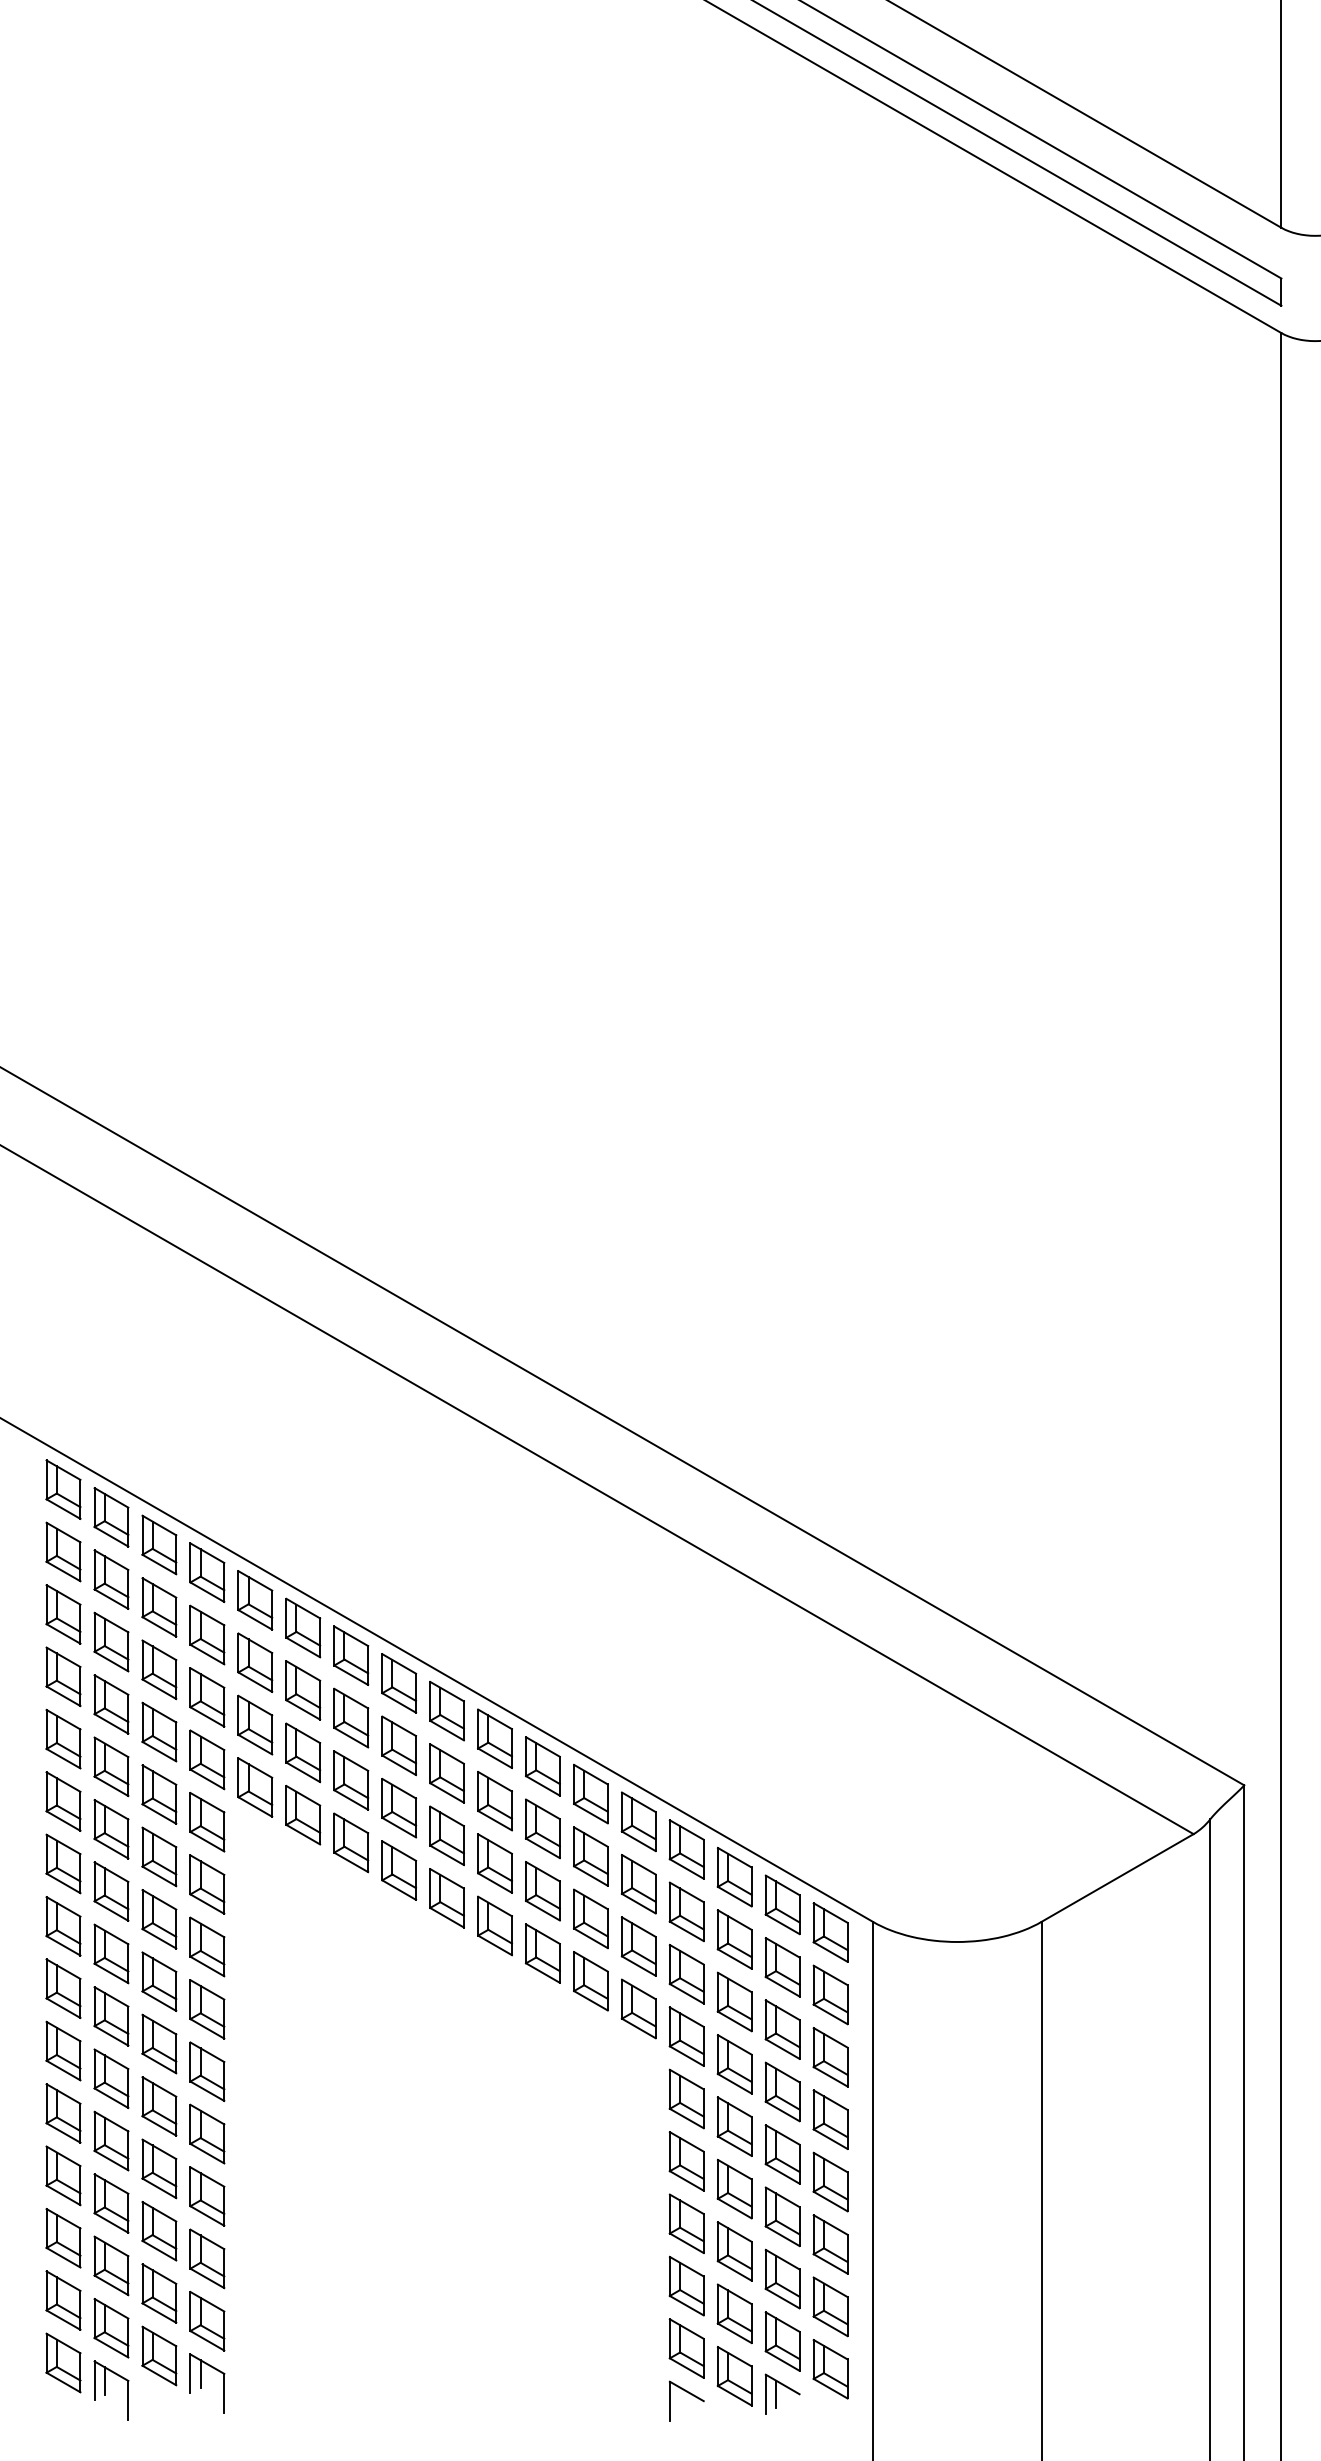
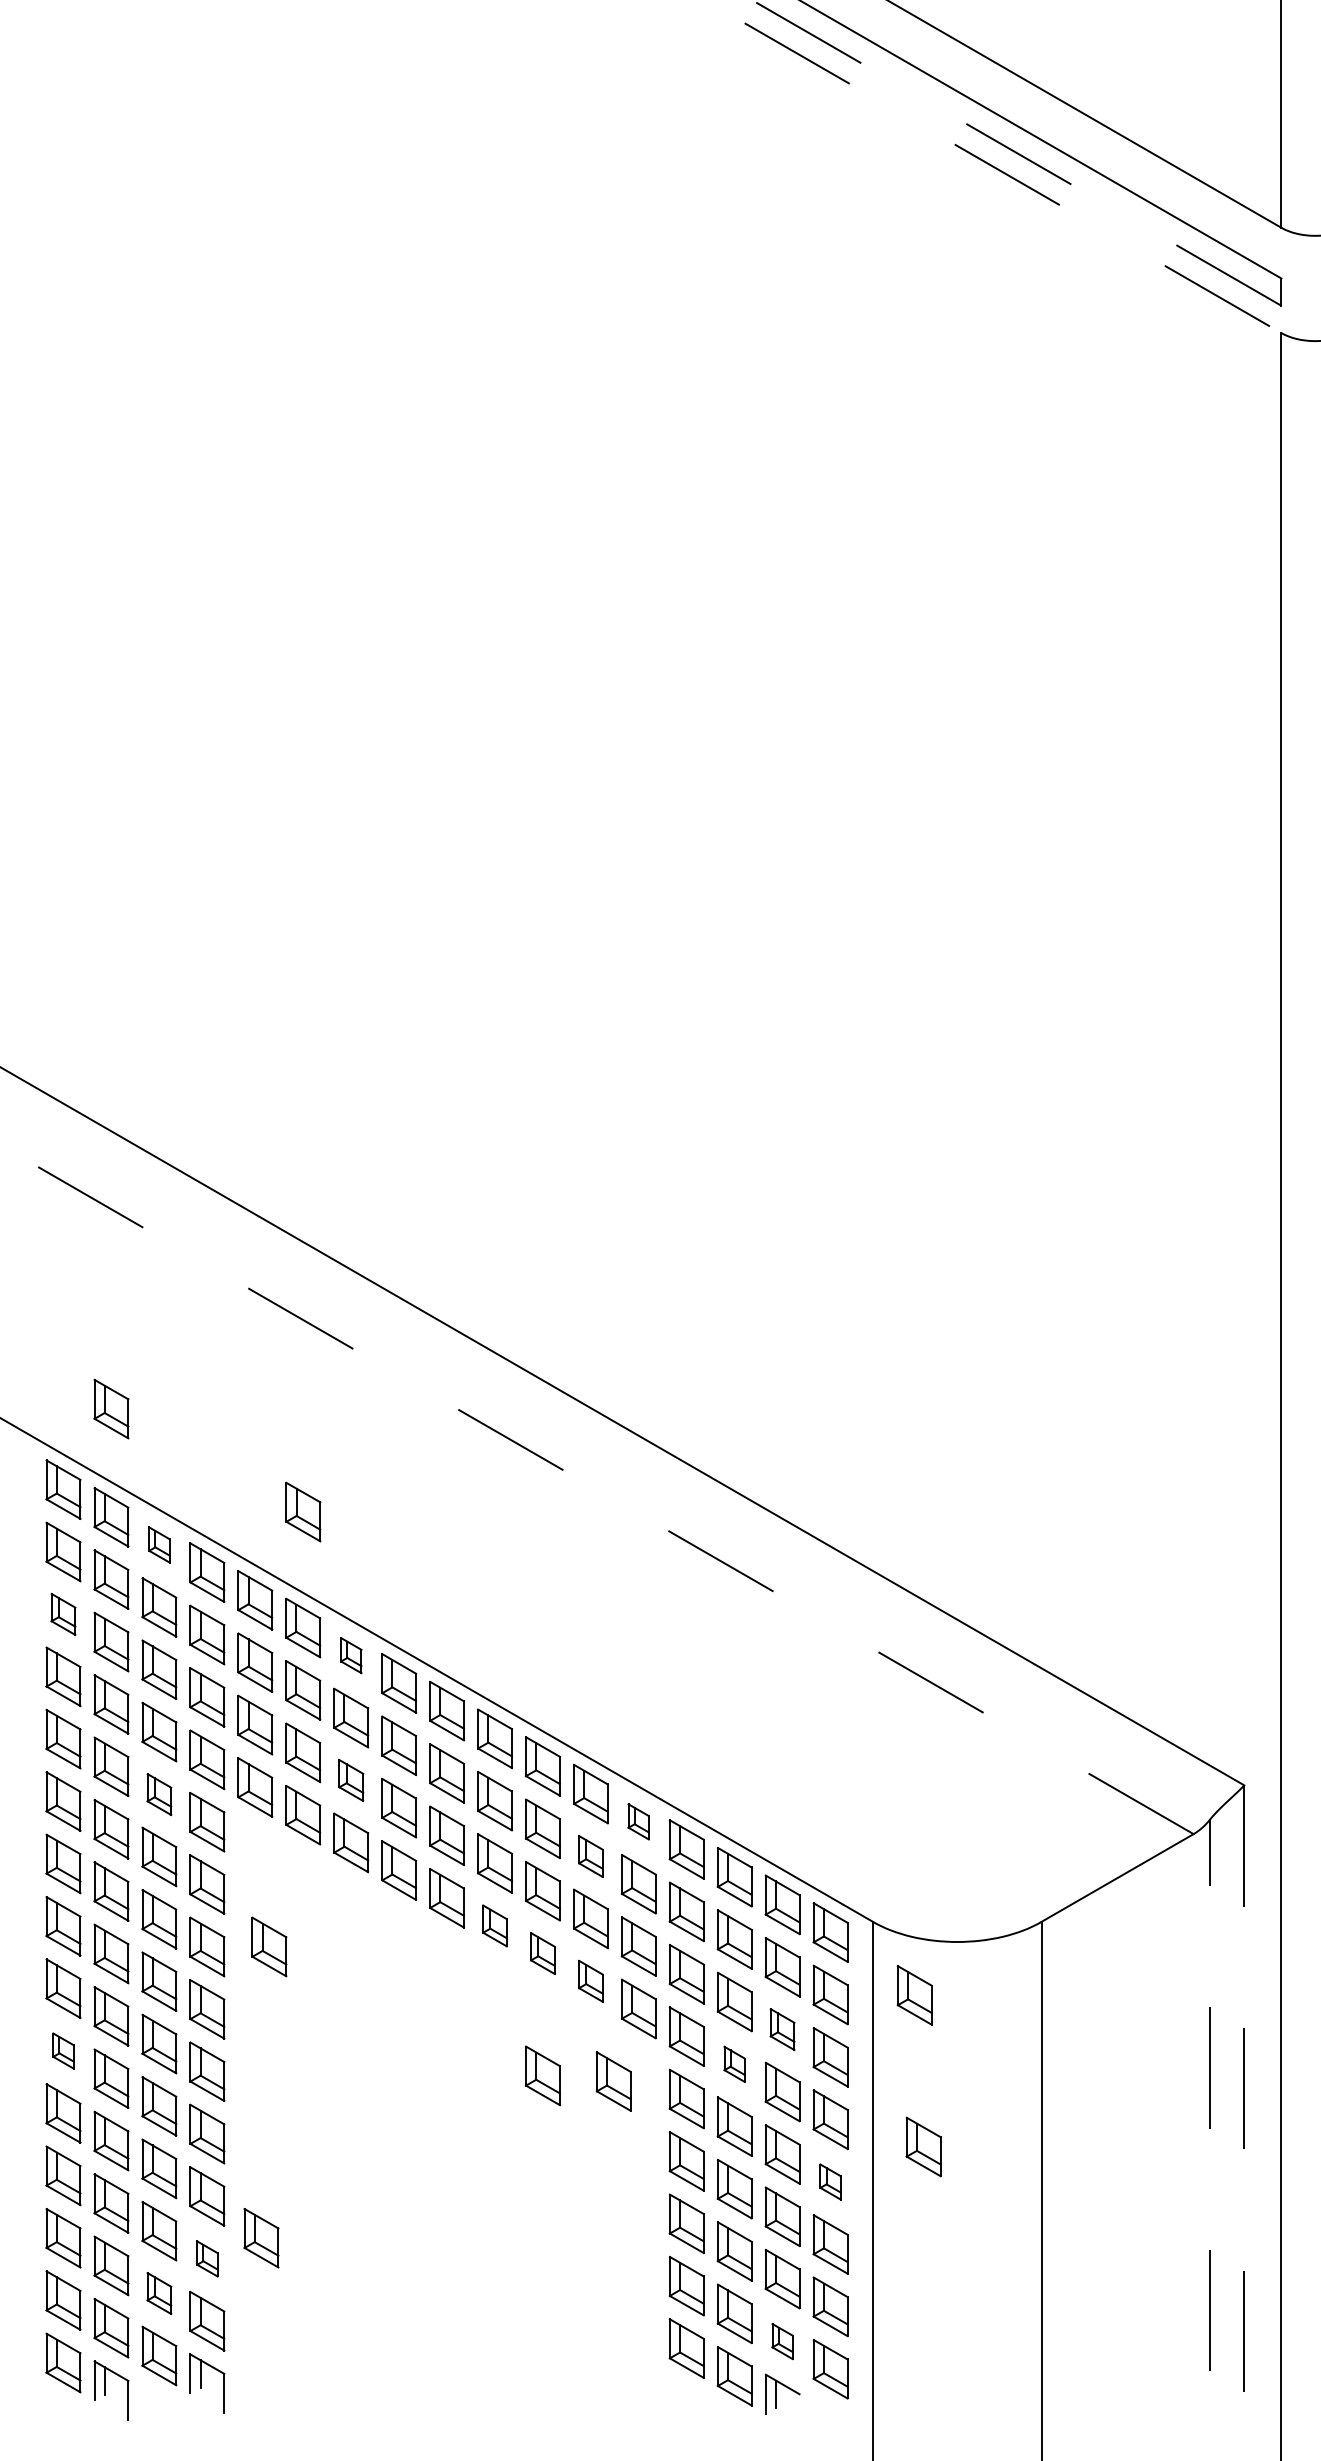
line at (1016, 152): solid -> dashed
line at (993, 166): solid -> dashed
part at (111, 1408): none -> present
line at (597, 1489): solid -> dashed
part at (303, 1511): none -> present
part at (159, 1544) size: 37x62 px -> 23x38 px
part at (63, 1614) size: 37x61 px -> 27x44 px
part at (351, 1655) size: 37x61 px -> 23x38 px
part at (351, 1780) size: 37x61 px -> 27x43 px
part at (159, 1794) size: 37x61 px -> 27x44 px
part at (638, 1821) size: 37x62 px -> 23x38 px
part at (590, 1856) size: 36x61 px -> 26x43 px
part at (494, 1925) size: 36x62 px -> 26x44 px
part at (269, 1946): none -> present
part at (542, 1953) size: 36x61 px -> 26x43 px
part at (590, 1981) size: 36x61 px -> 26x44 px
part at (914, 1995): none -> present
part at (782, 2029) size: 37x61 px -> 27x44 px
part at (63, 2050) size: 37x62 px -> 23x38 px
part at (734, 2064) size: 37x61 px -> 23x38 px
part at (542, 2075): none -> present
part at (613, 2081): none -> present
line at (1244, 2123): solid -> dashed
line at (1210, 2139): solid -> dashed
part at (923, 2146): none -> present
part at (830, 2181) size: 37x62 px -> 23x38 px
part at (261, 2238): none -> present
part at (207, 2258) size: 37x62 px -> 23x38 px
part at (159, 2293) size: 37x61 px -> 27x44 px
part at (782, 2341) size: 37x61 px -> 23x37 px
part at (689, 2394): present -> none
